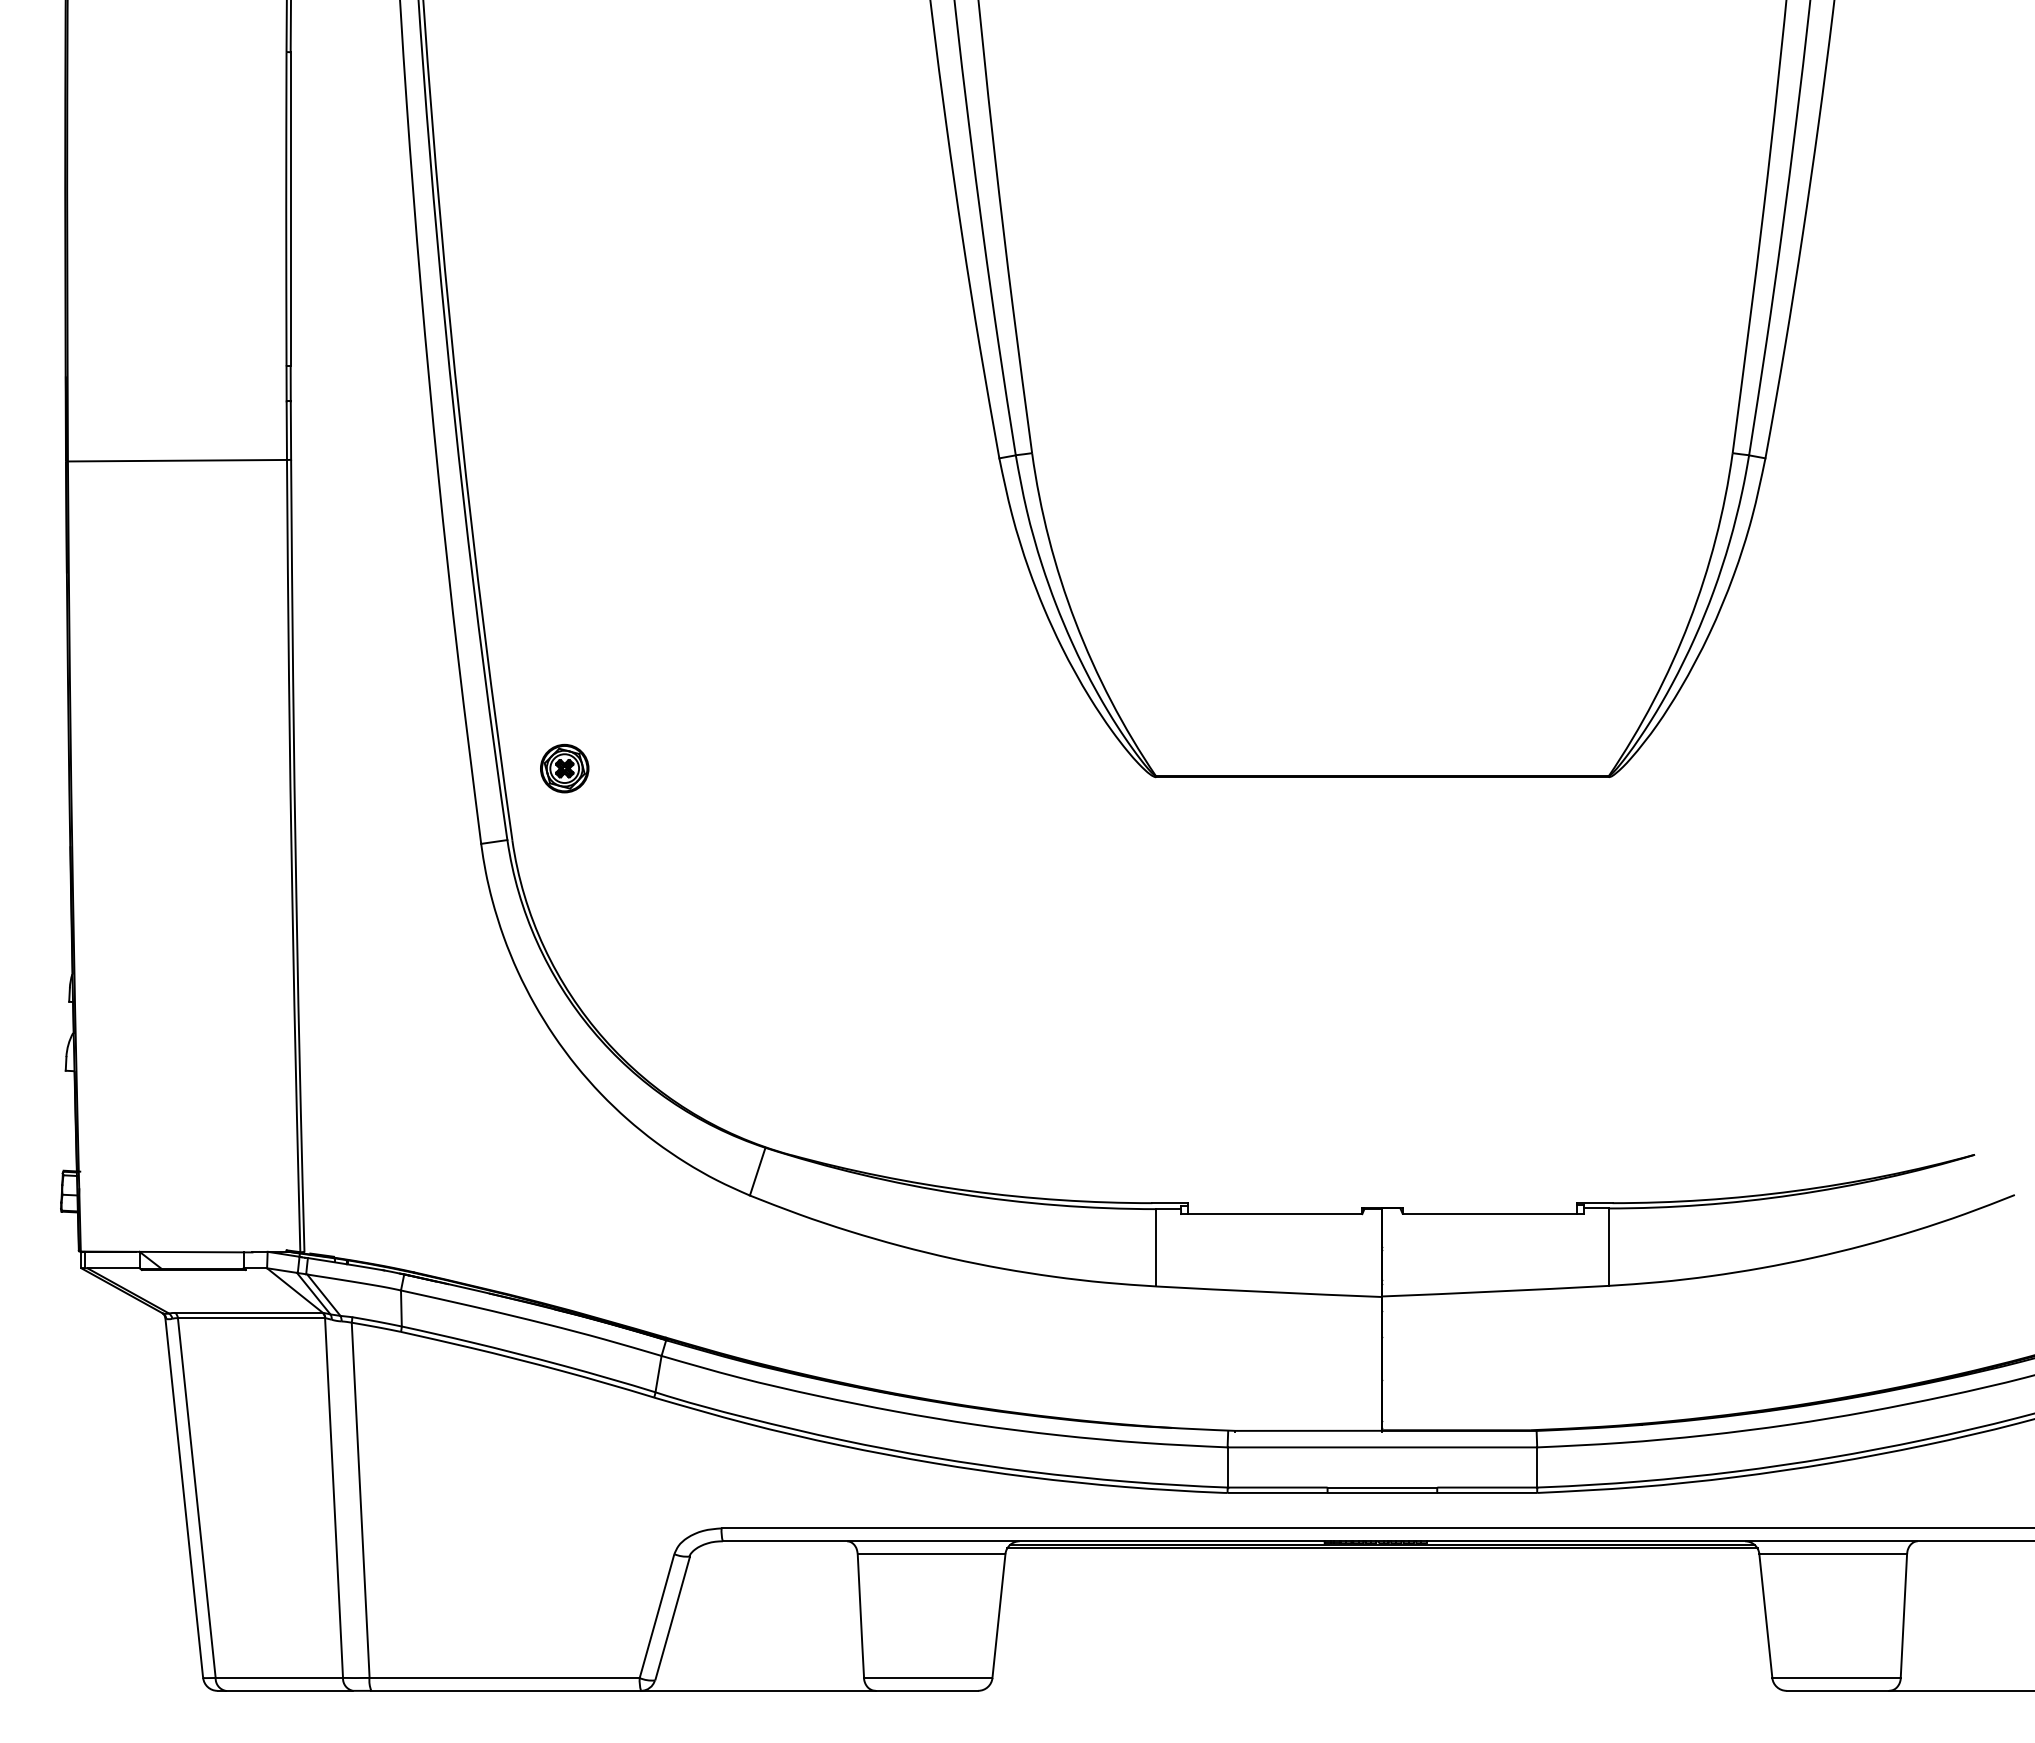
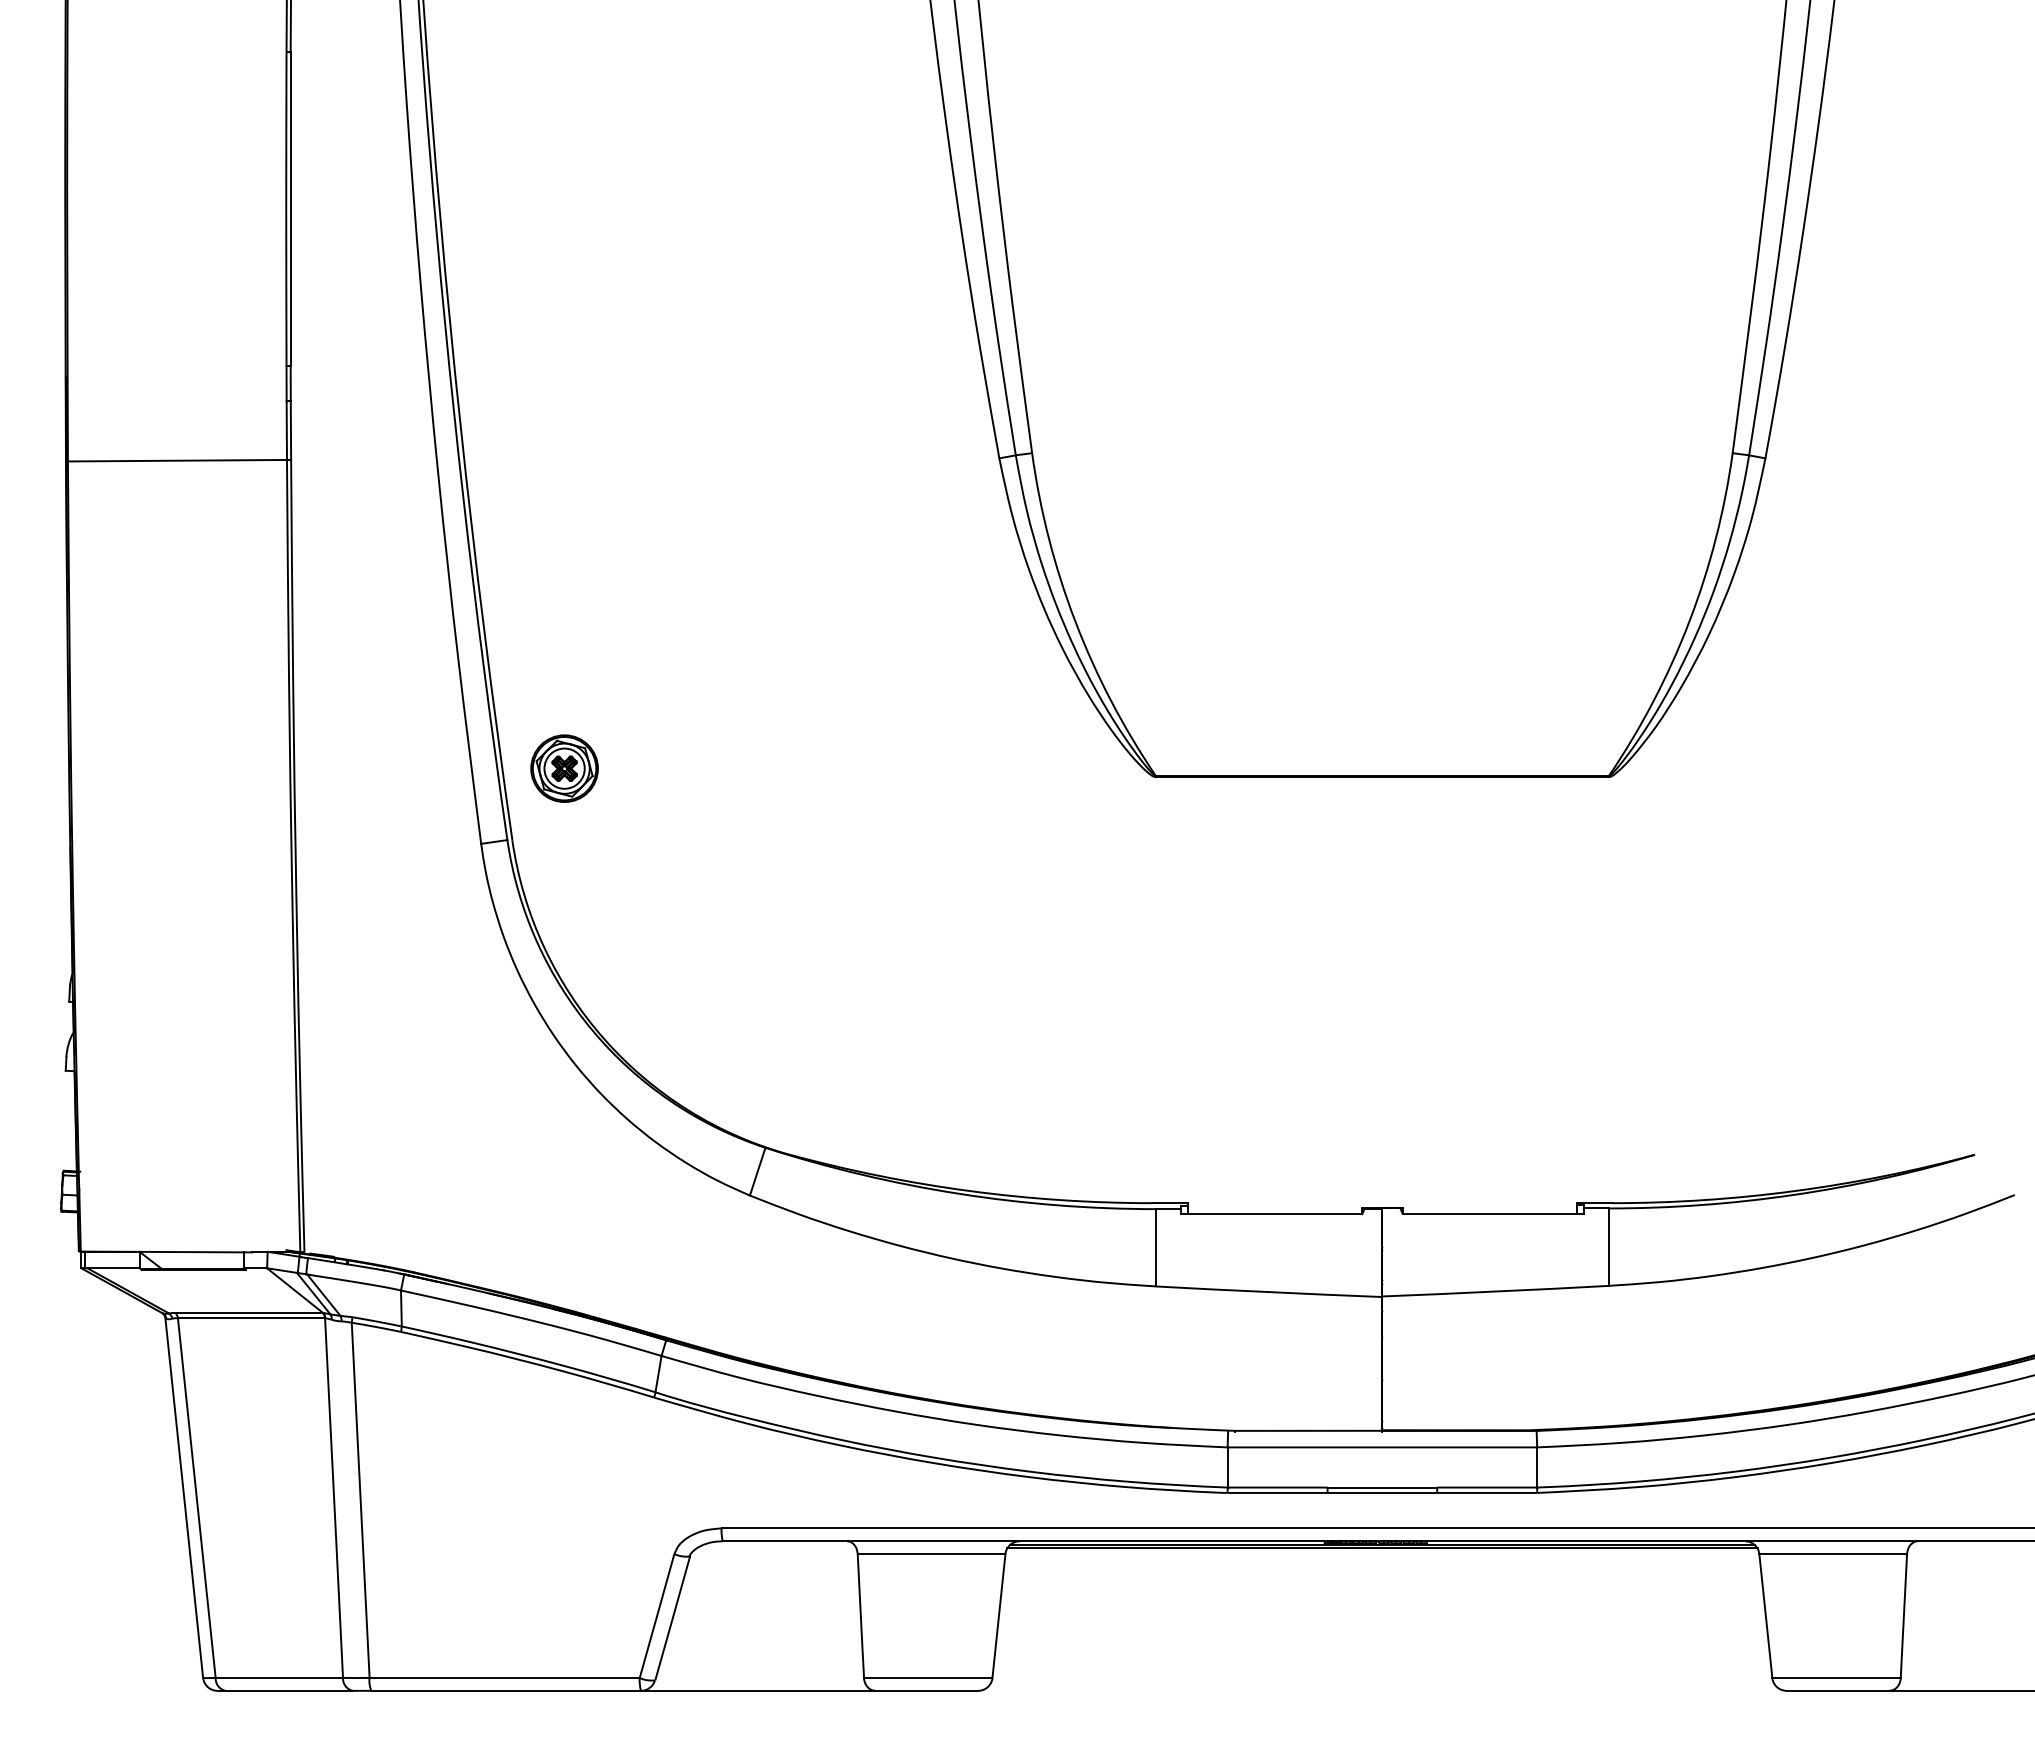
part at (564, 768) size: 50x51 px -> 69x69 px
